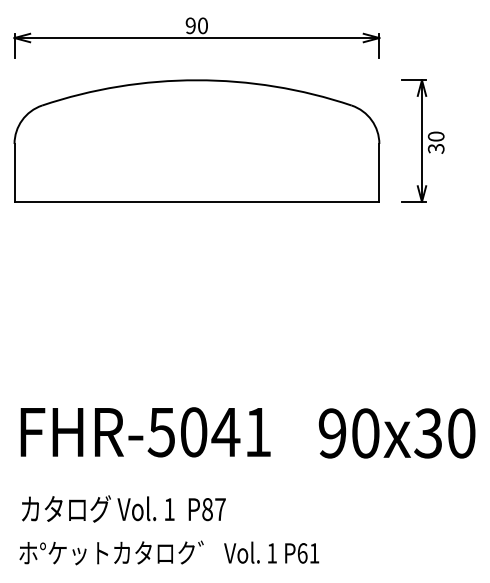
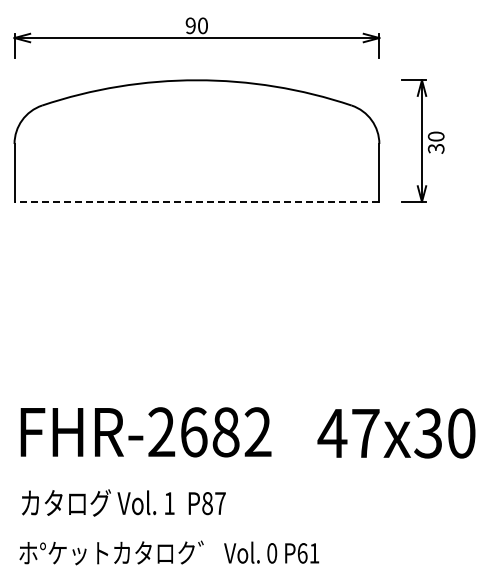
line at (196, 201): solid -> dashed
text at (209, 432): FHR-5041 -> FHR-2682
text at (348, 433): 90x30 -> 47x30
text at (123, 508) position: (123, 508) -> (123, 502)
text at (272, 553): 1 -> 0
